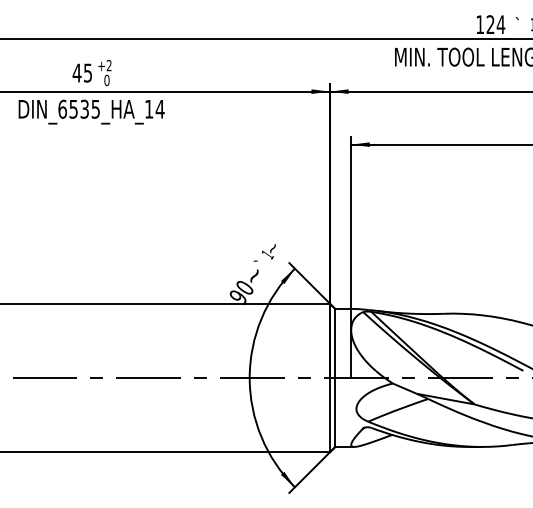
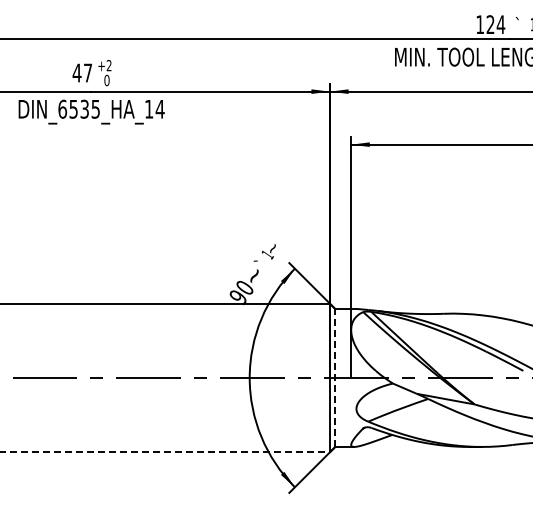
text at (88, 72): 45 -> 47
line at (335, 378): solid -> dashed
line at (165, 452): solid -> dashed
